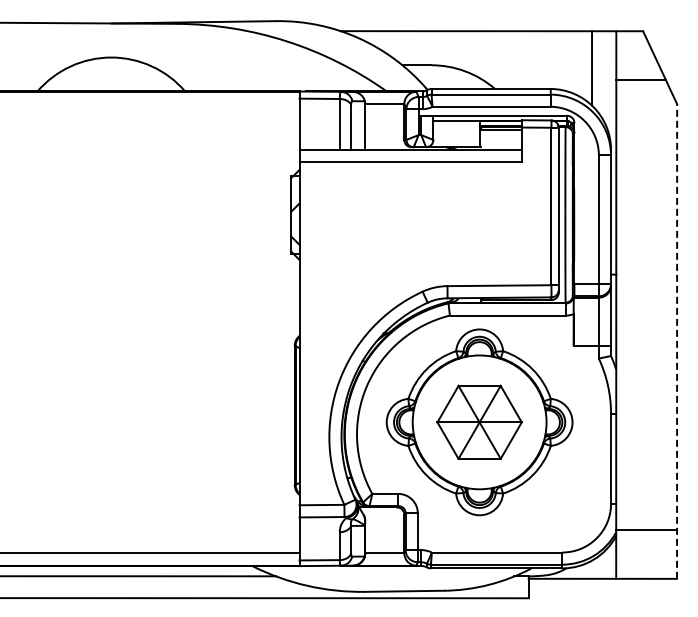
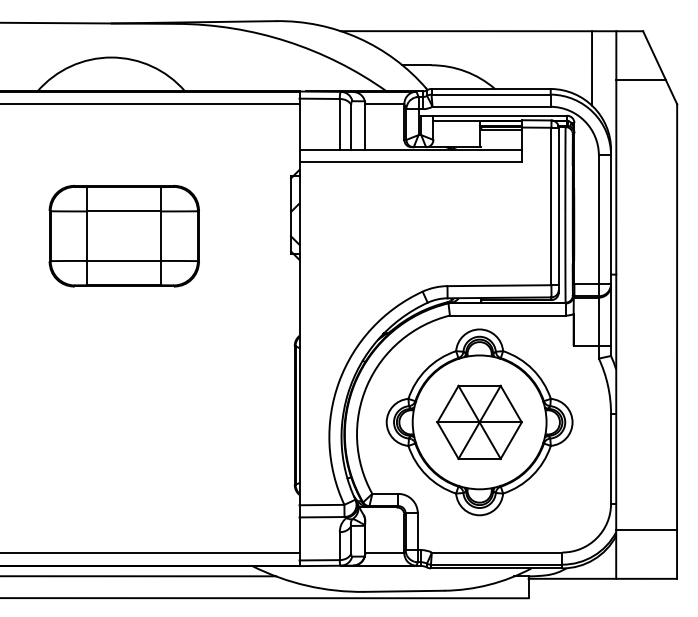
line at (150, 103): none -> present
part at (123, 235): none -> present
line at (677, 341): dashed -> solid
